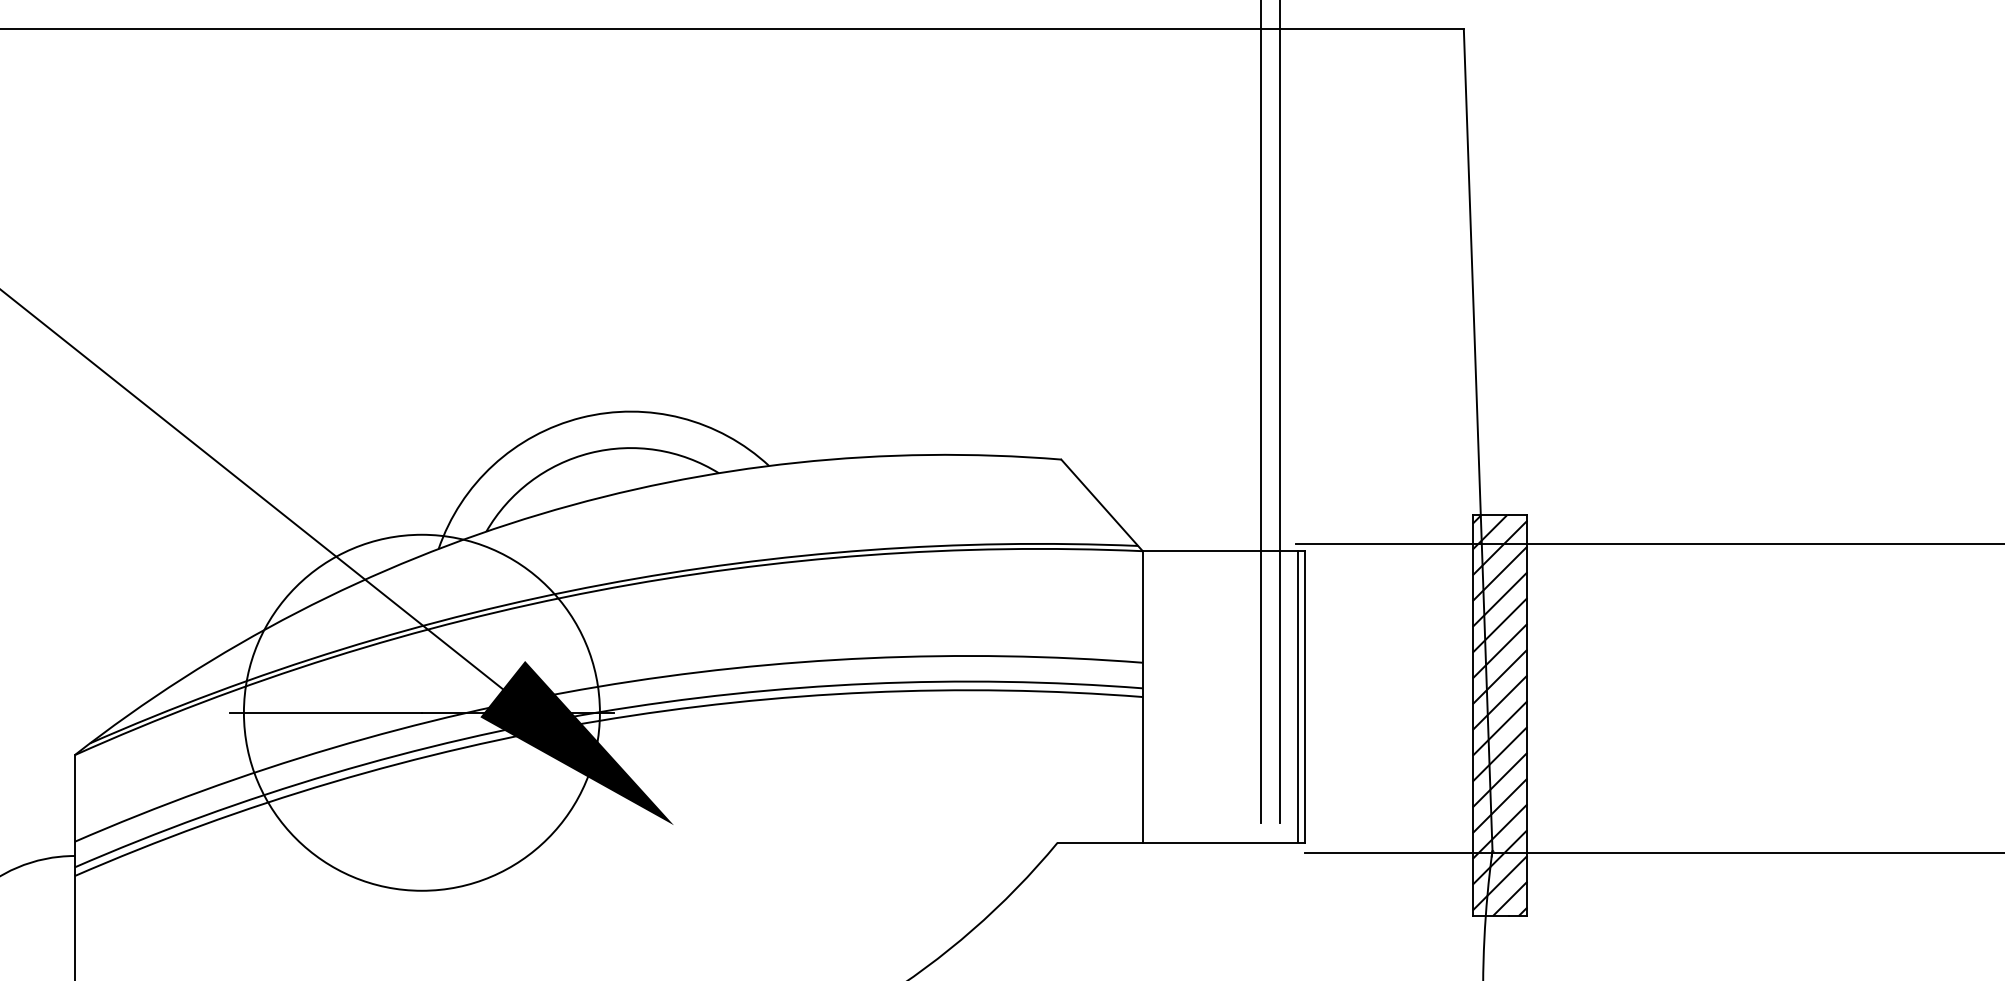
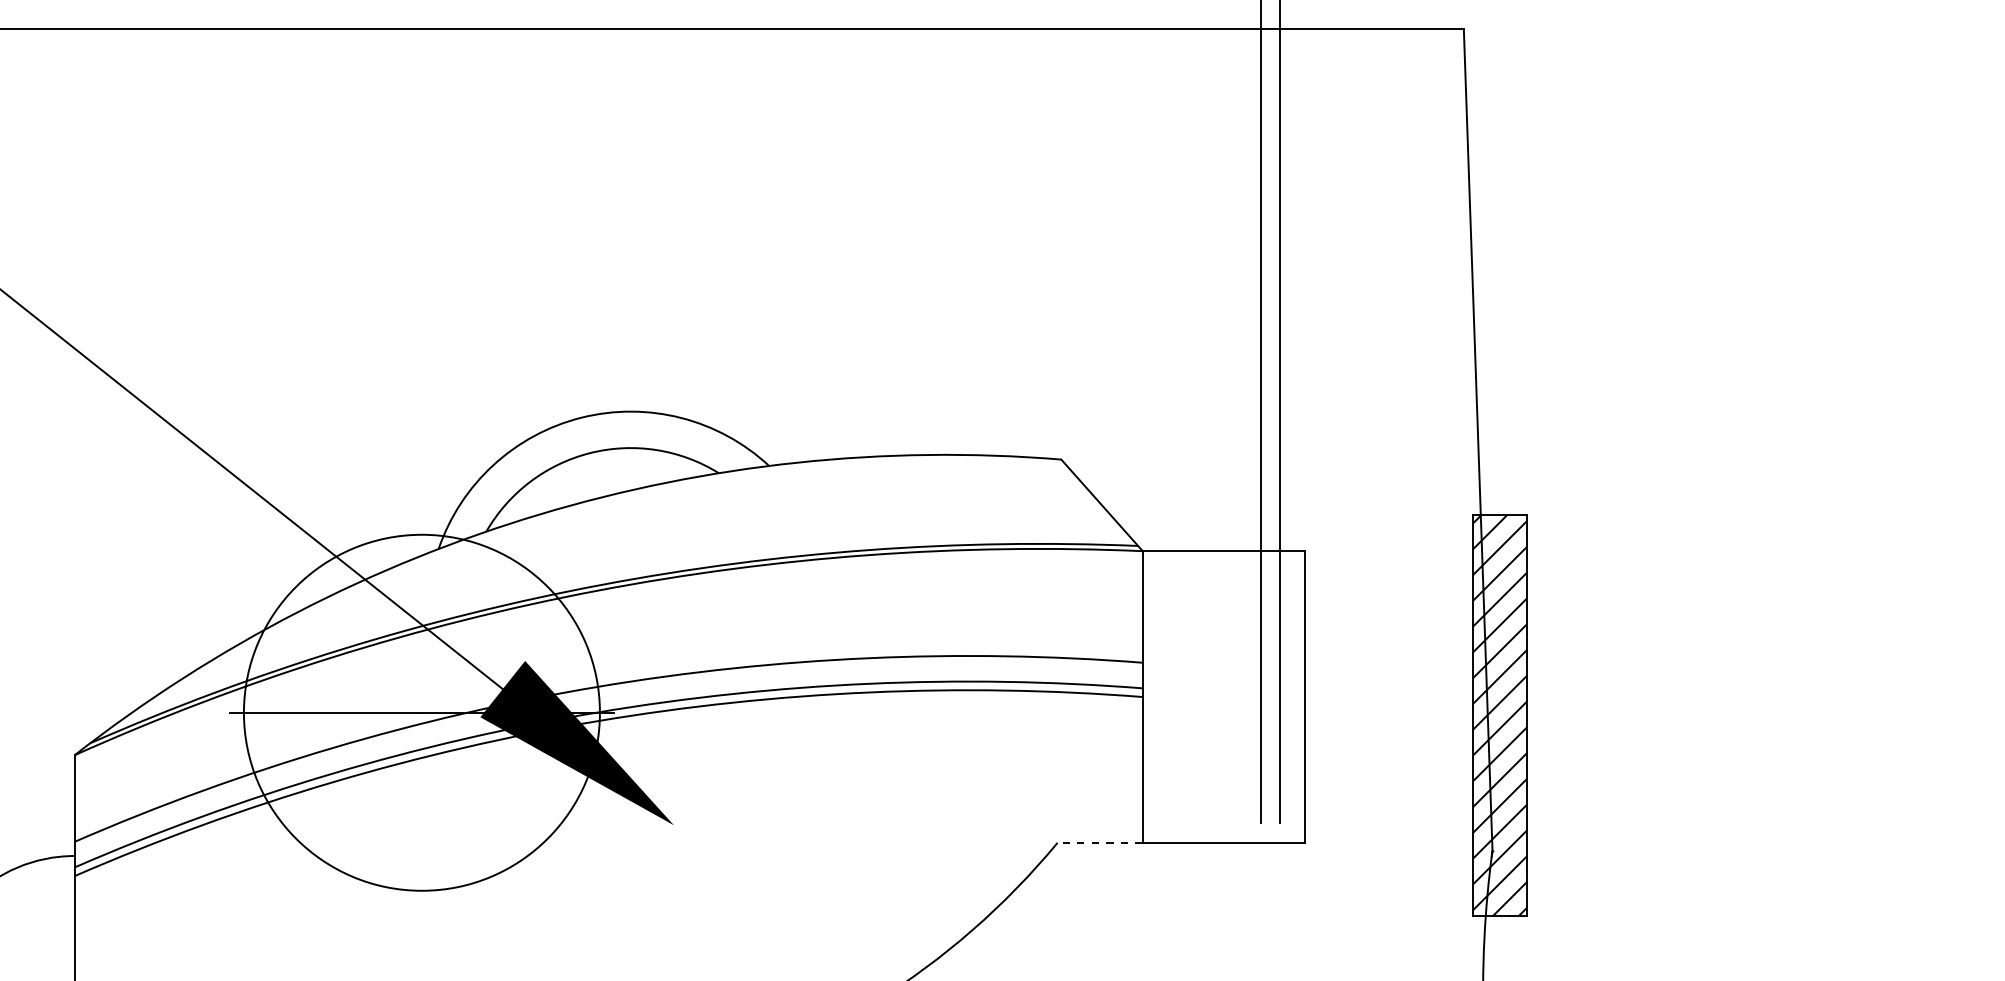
line at (1648, 543): present -> none
line at (1298, 696): present -> none
line at (1100, 842): solid -> dashed
line at (1653, 853): present -> none
